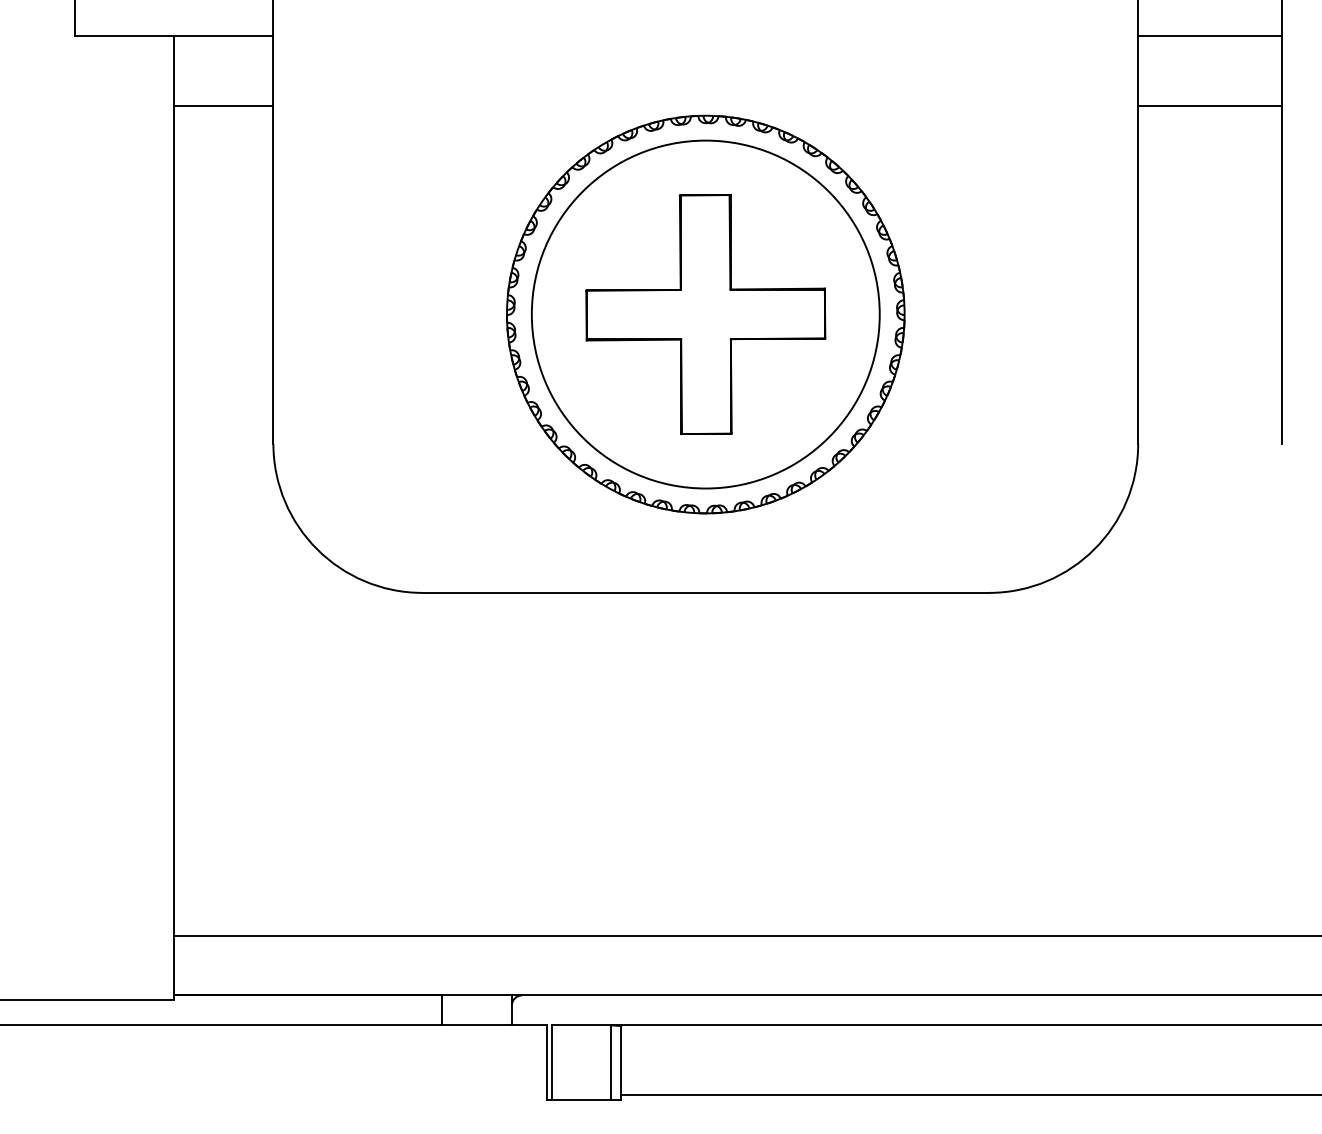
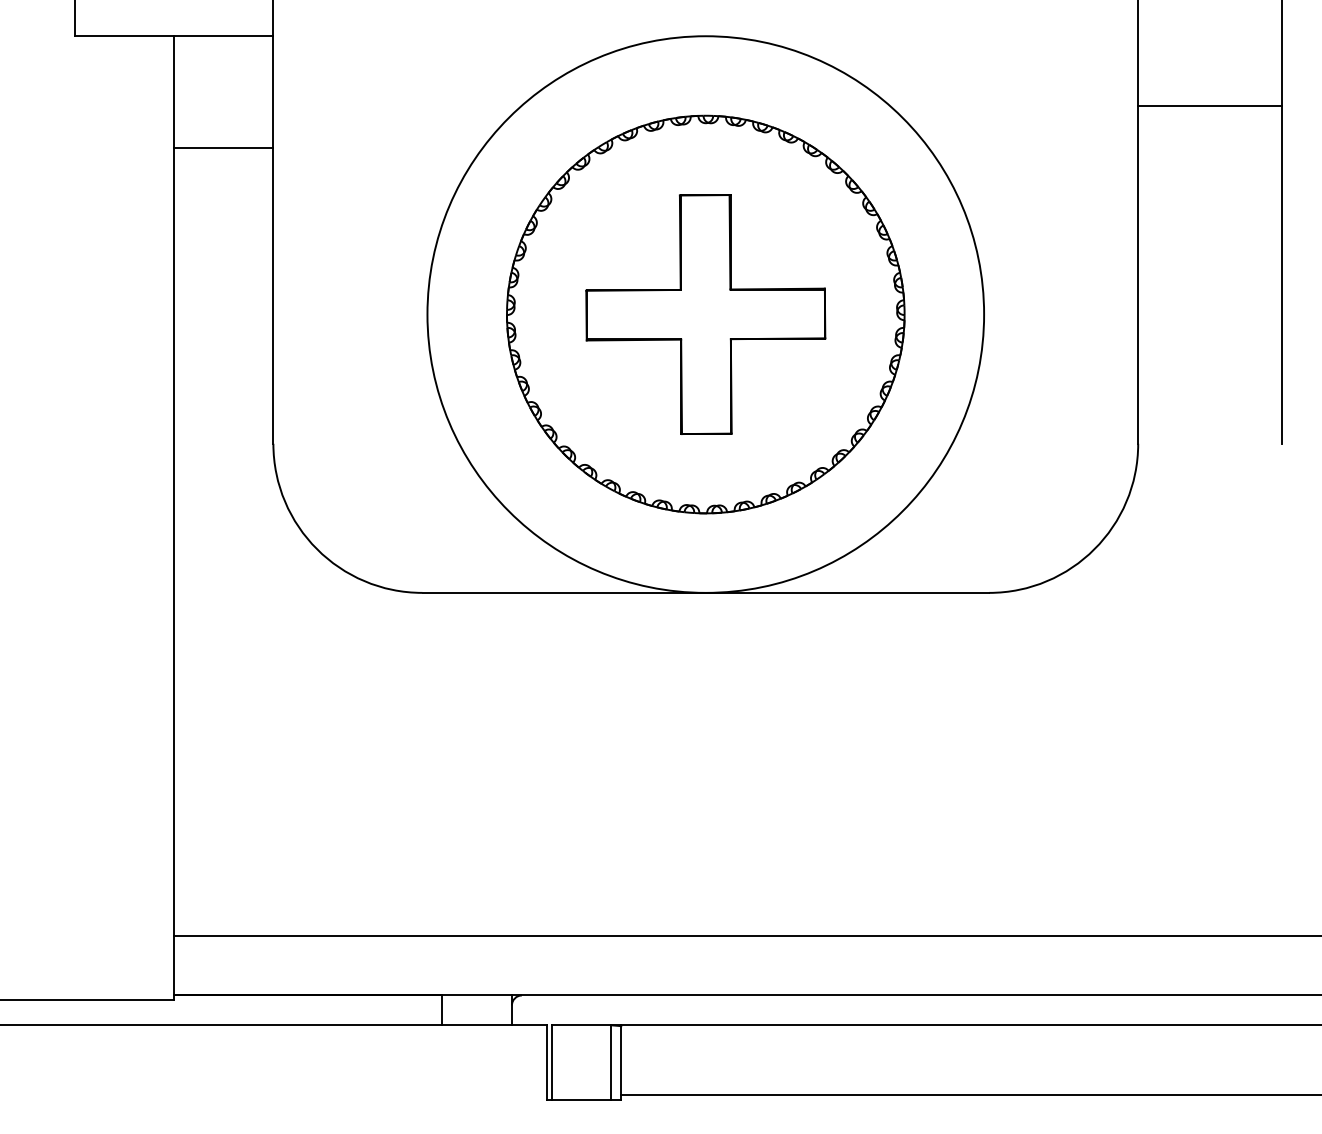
line at (1210, 36): present -> none
line at (223, 105) position: (223, 105) -> (223, 147)
circle at (705, 314) diameter: 348 px -> 557 px
